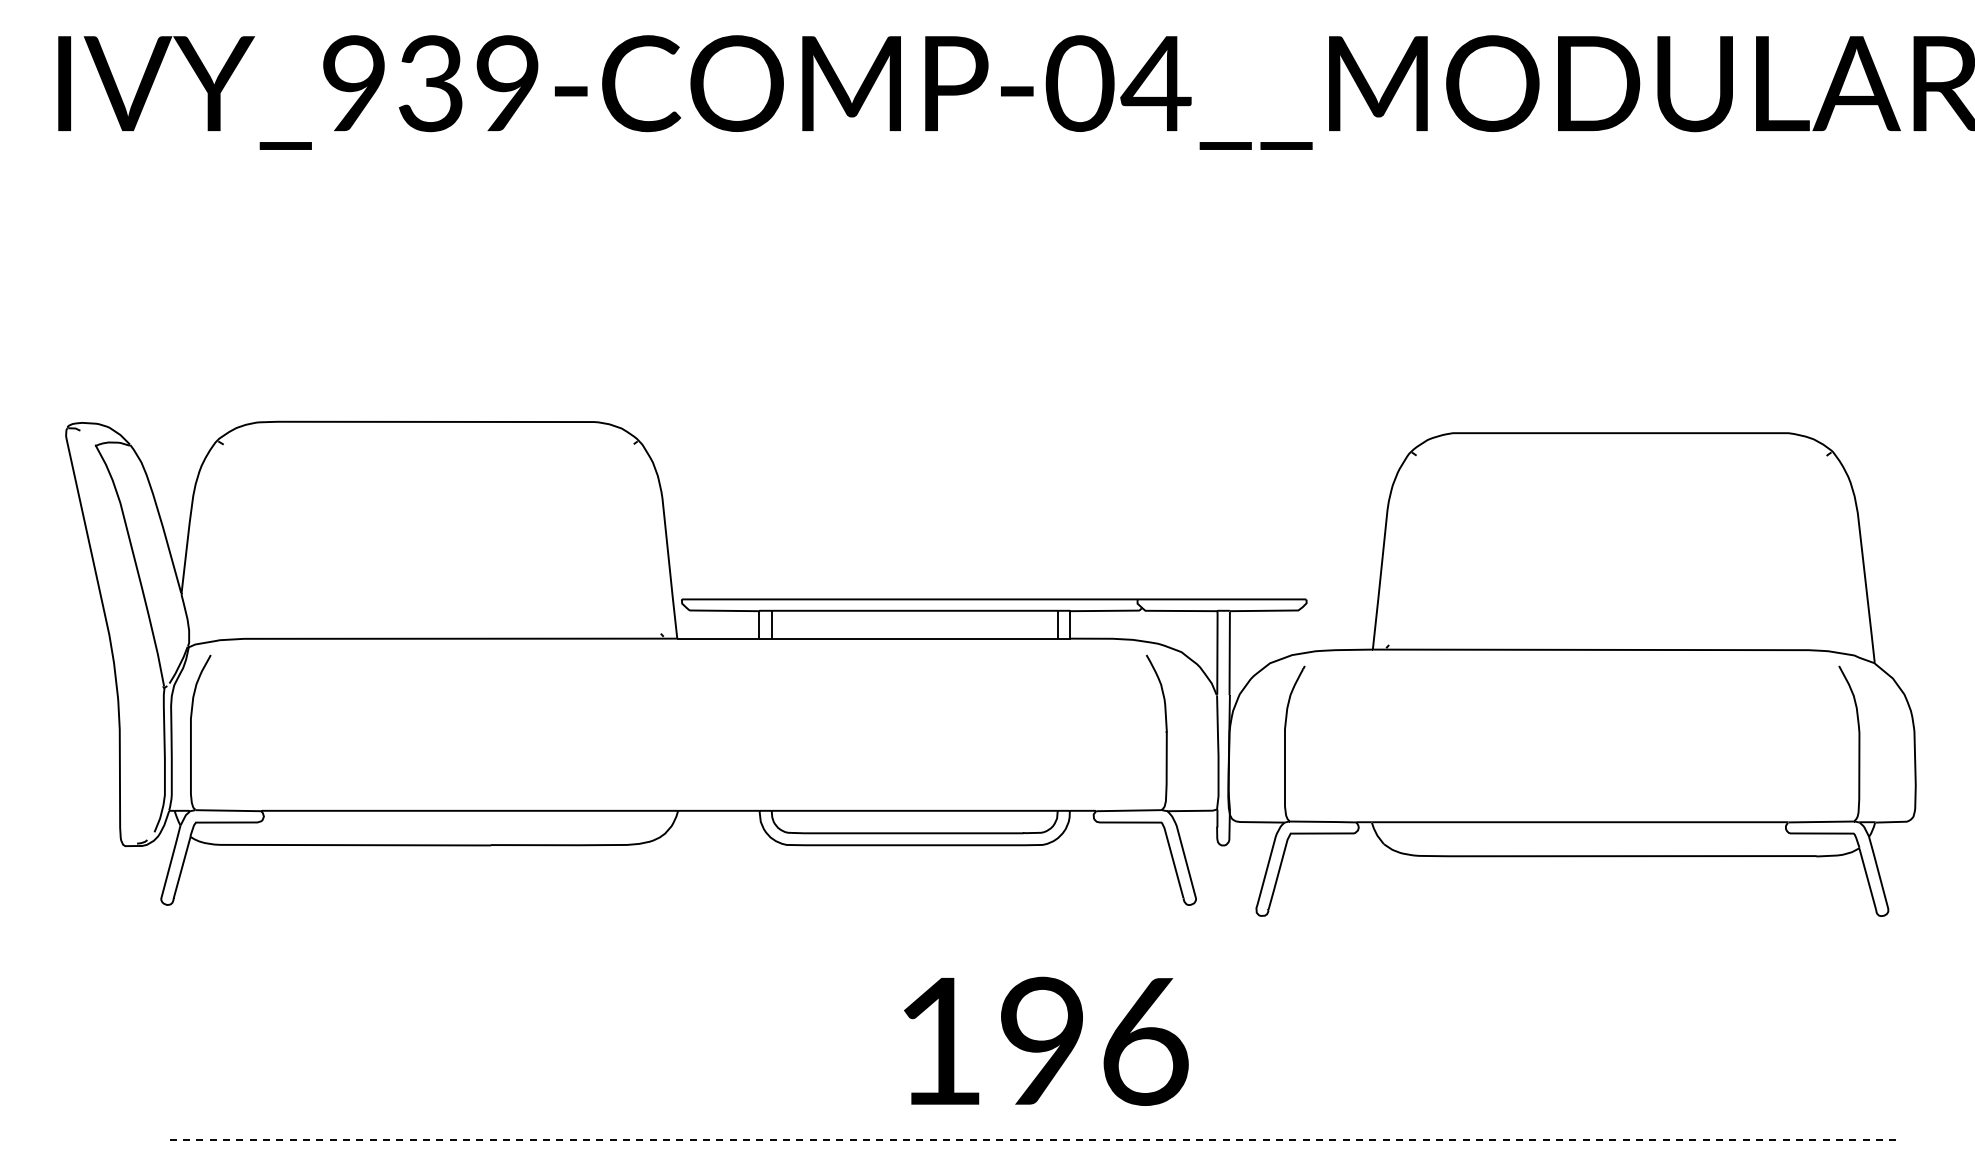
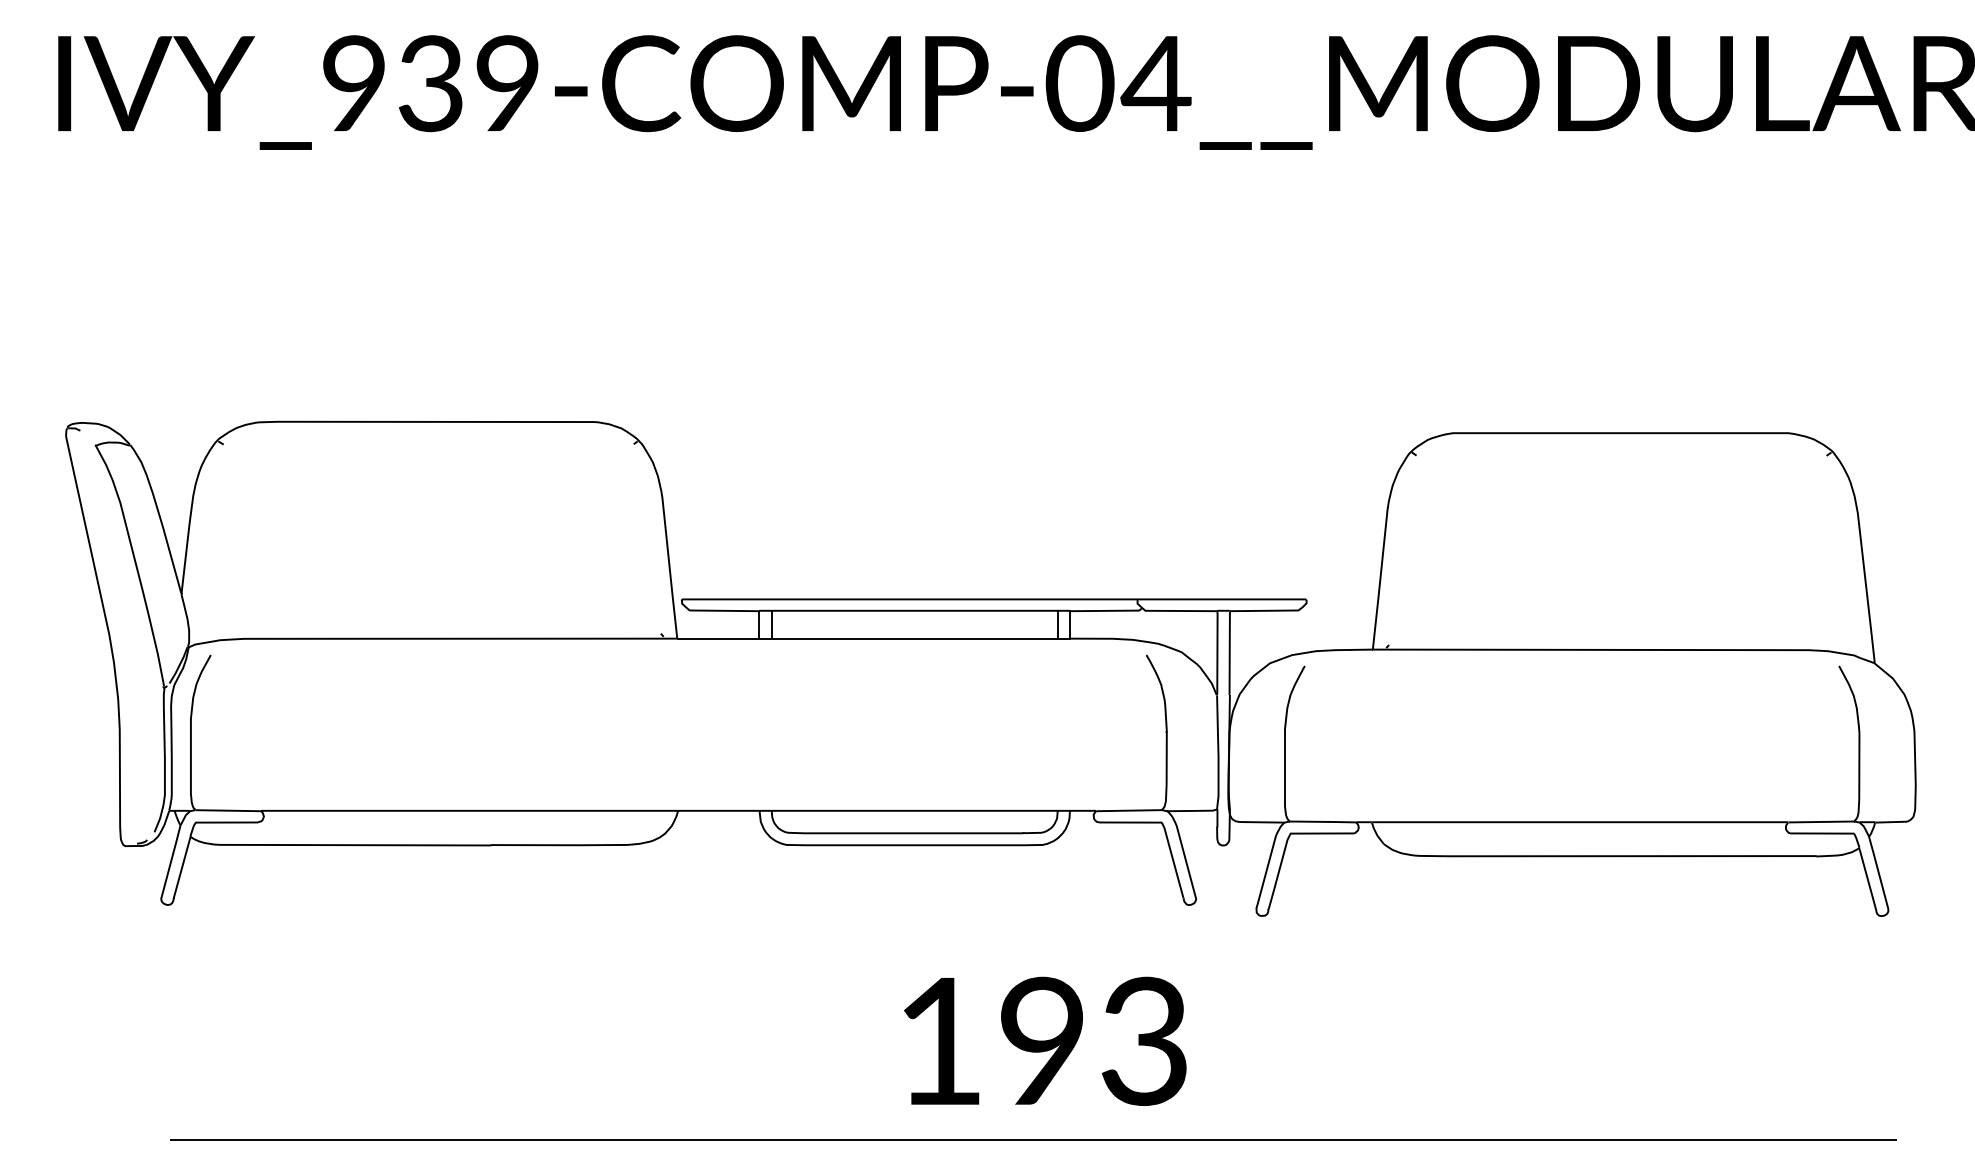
text at (1144, 1040): 196 -> 193
line at (1033, 1139): dashed -> solid
